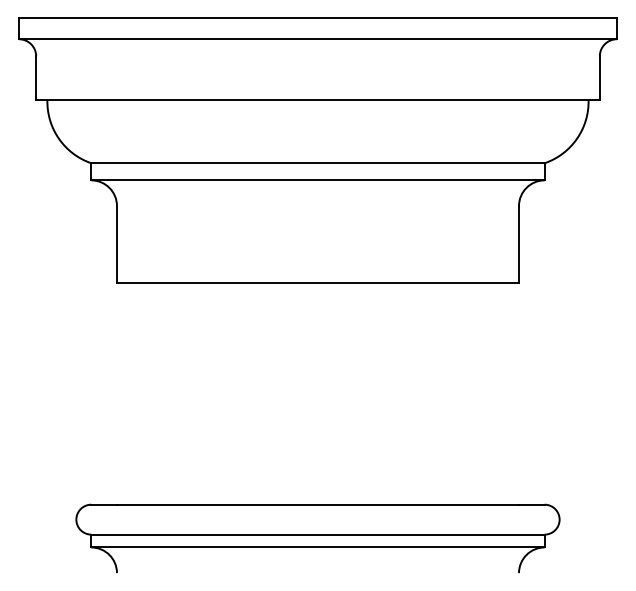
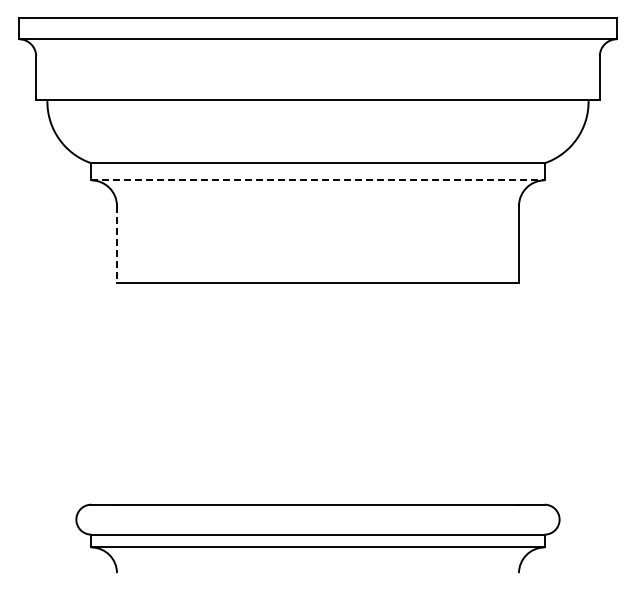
line at (317, 180): solid -> dashed
line at (117, 244): solid -> dashed
